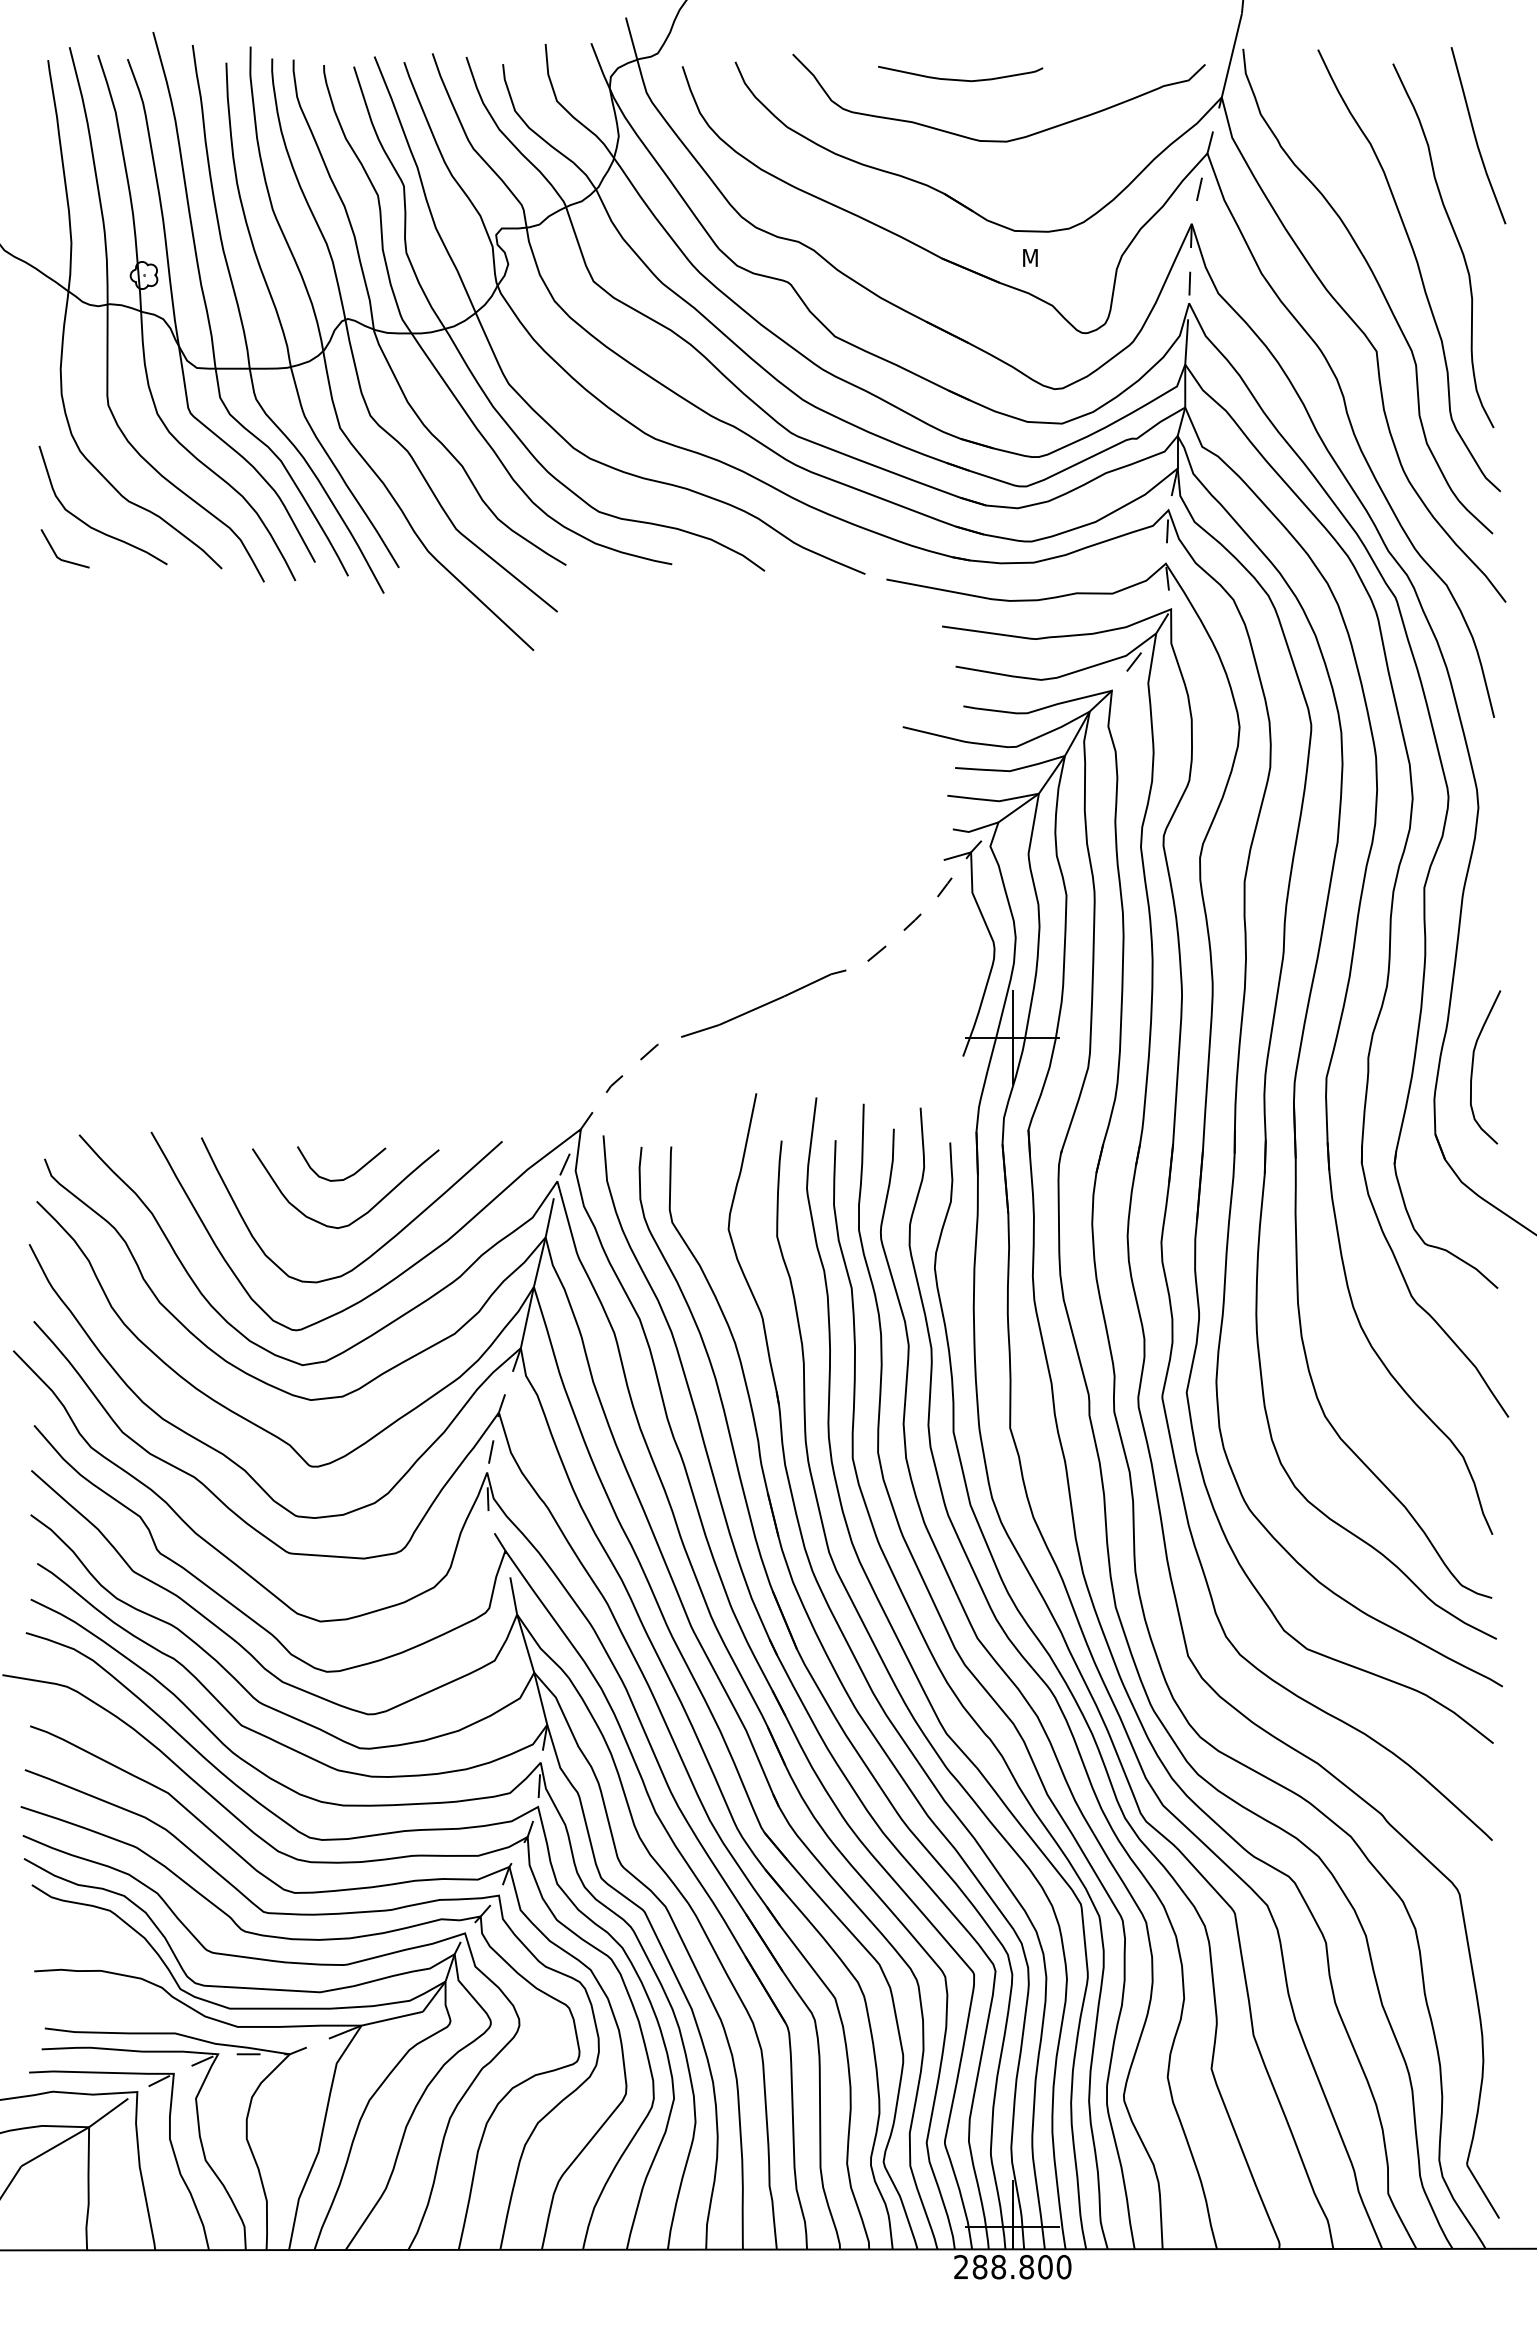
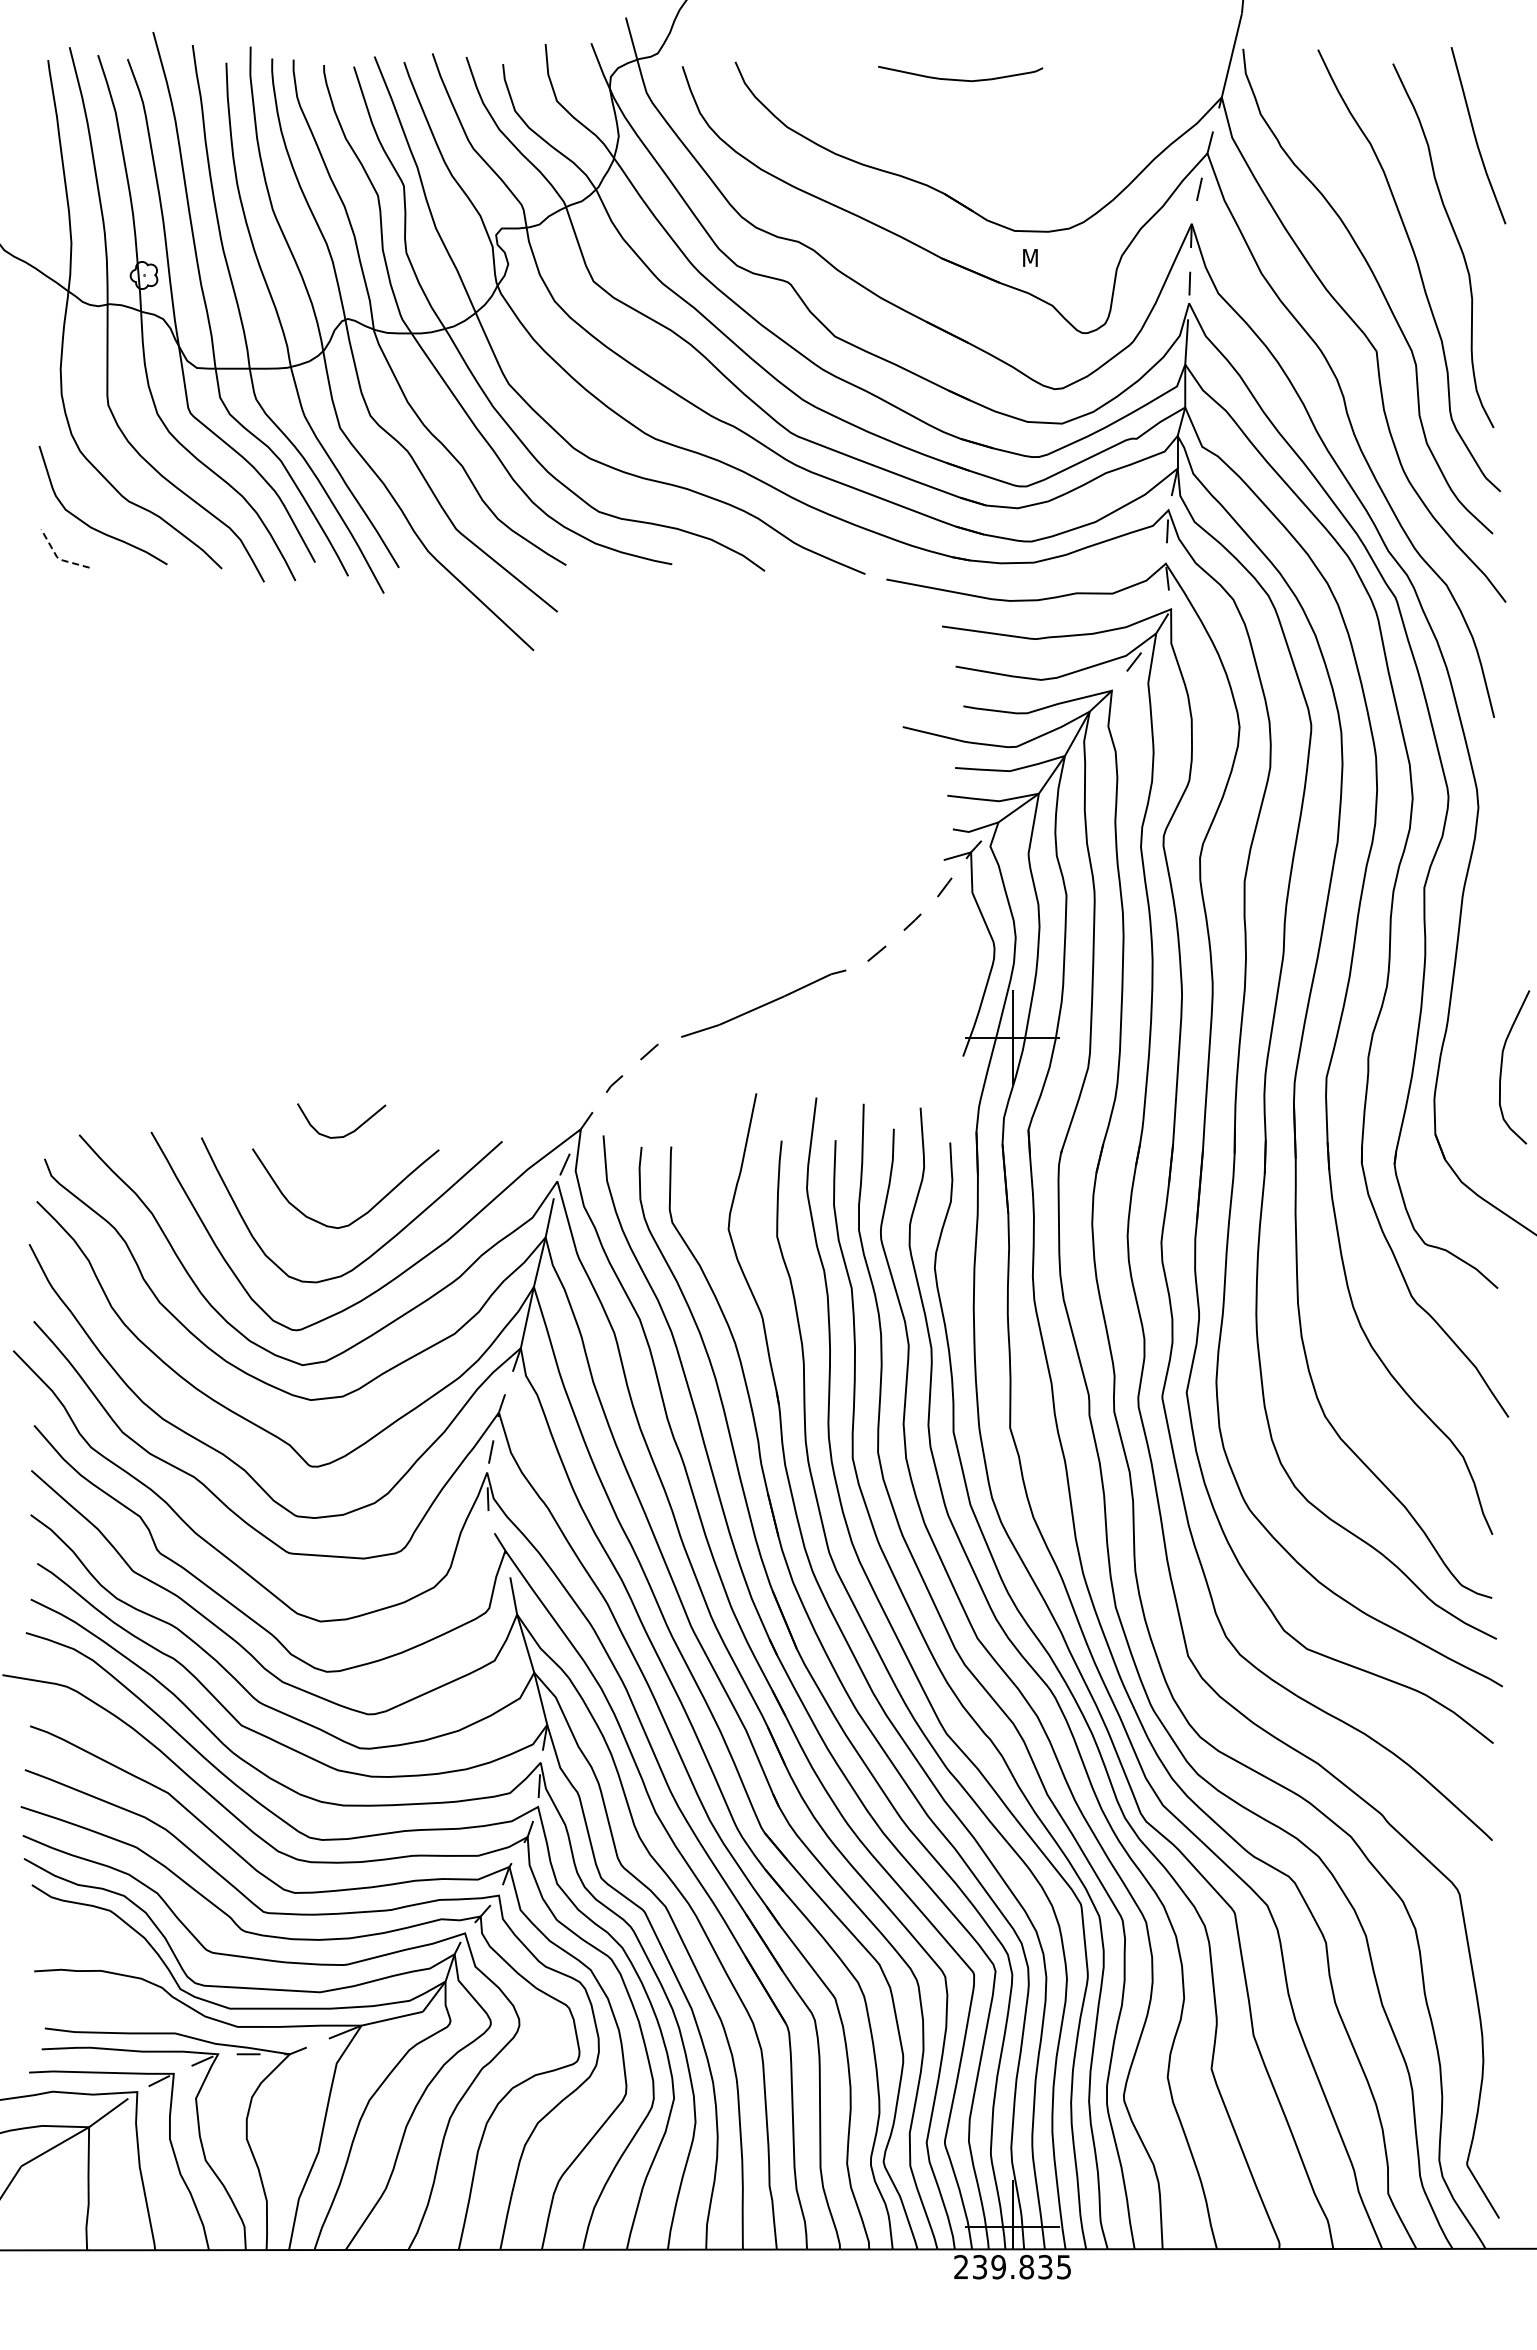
curve at (998, 140): present -> none
line at (58, 558): solid -> dashed
curve at (1473, 1067) position: (1473, 1067) -> (1502, 1067)
curve at (347, 1176) position: (347, 1176) -> (347, 1133)
text at (1021, 2266): 288.800 -> 239.835
